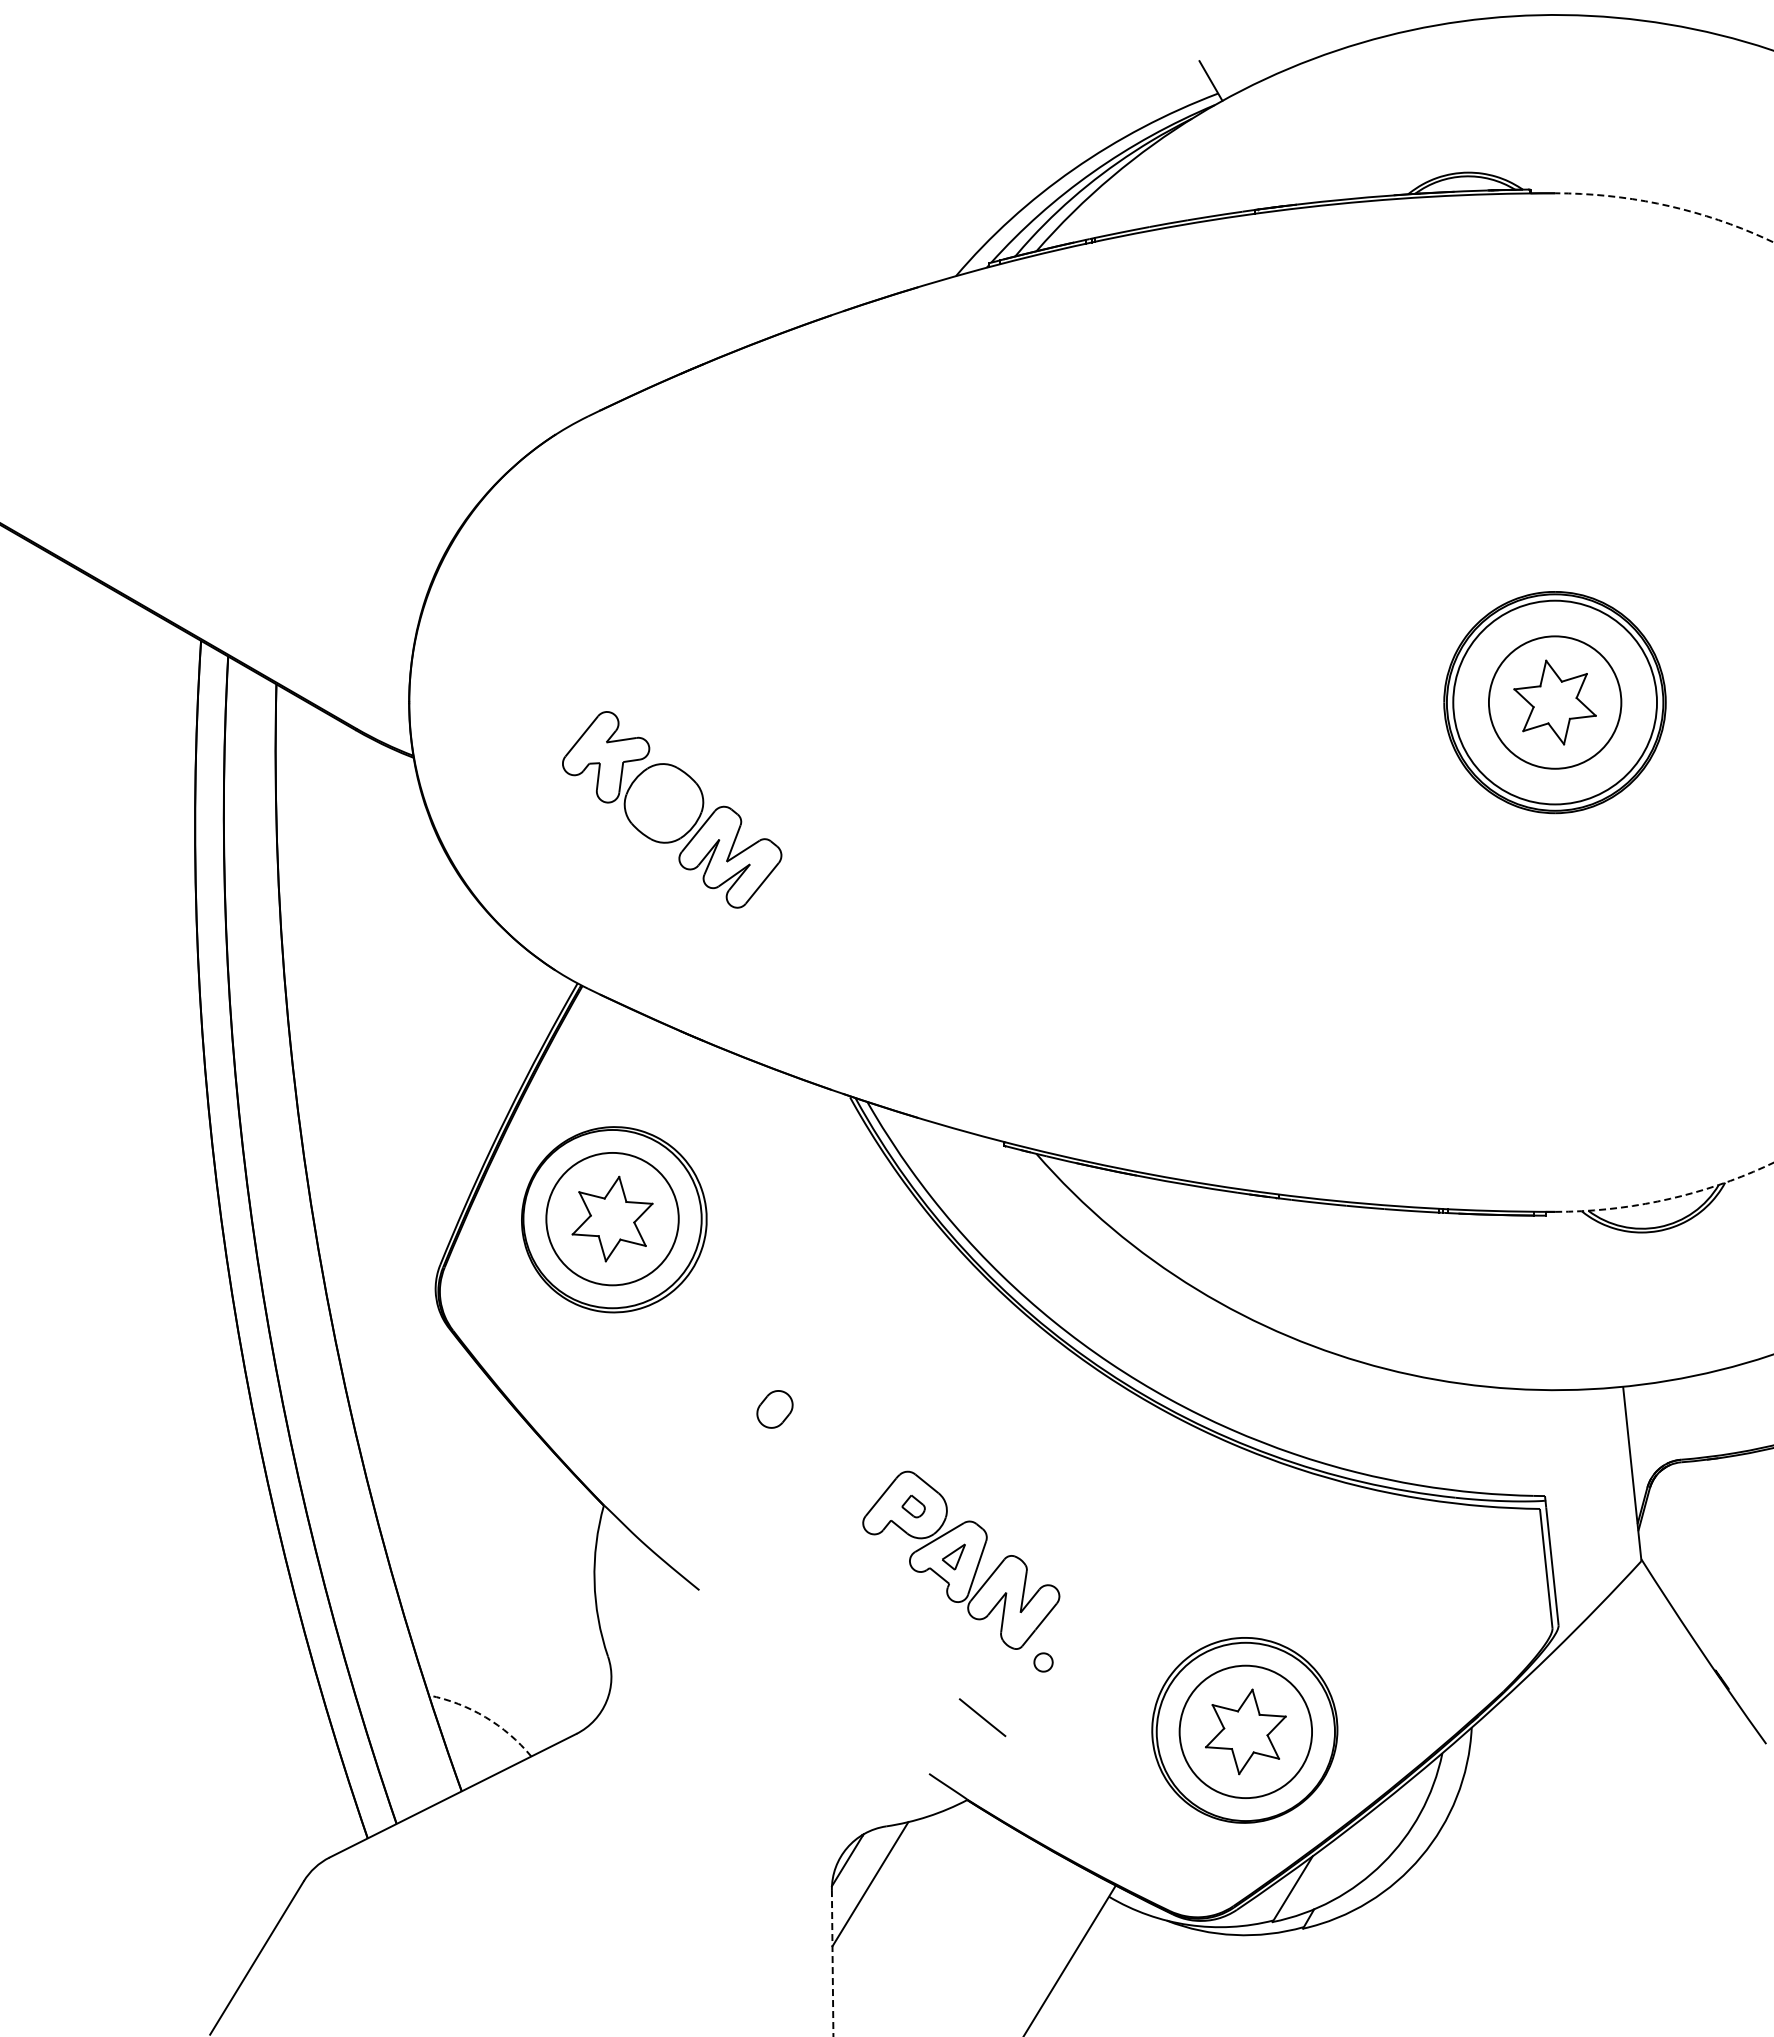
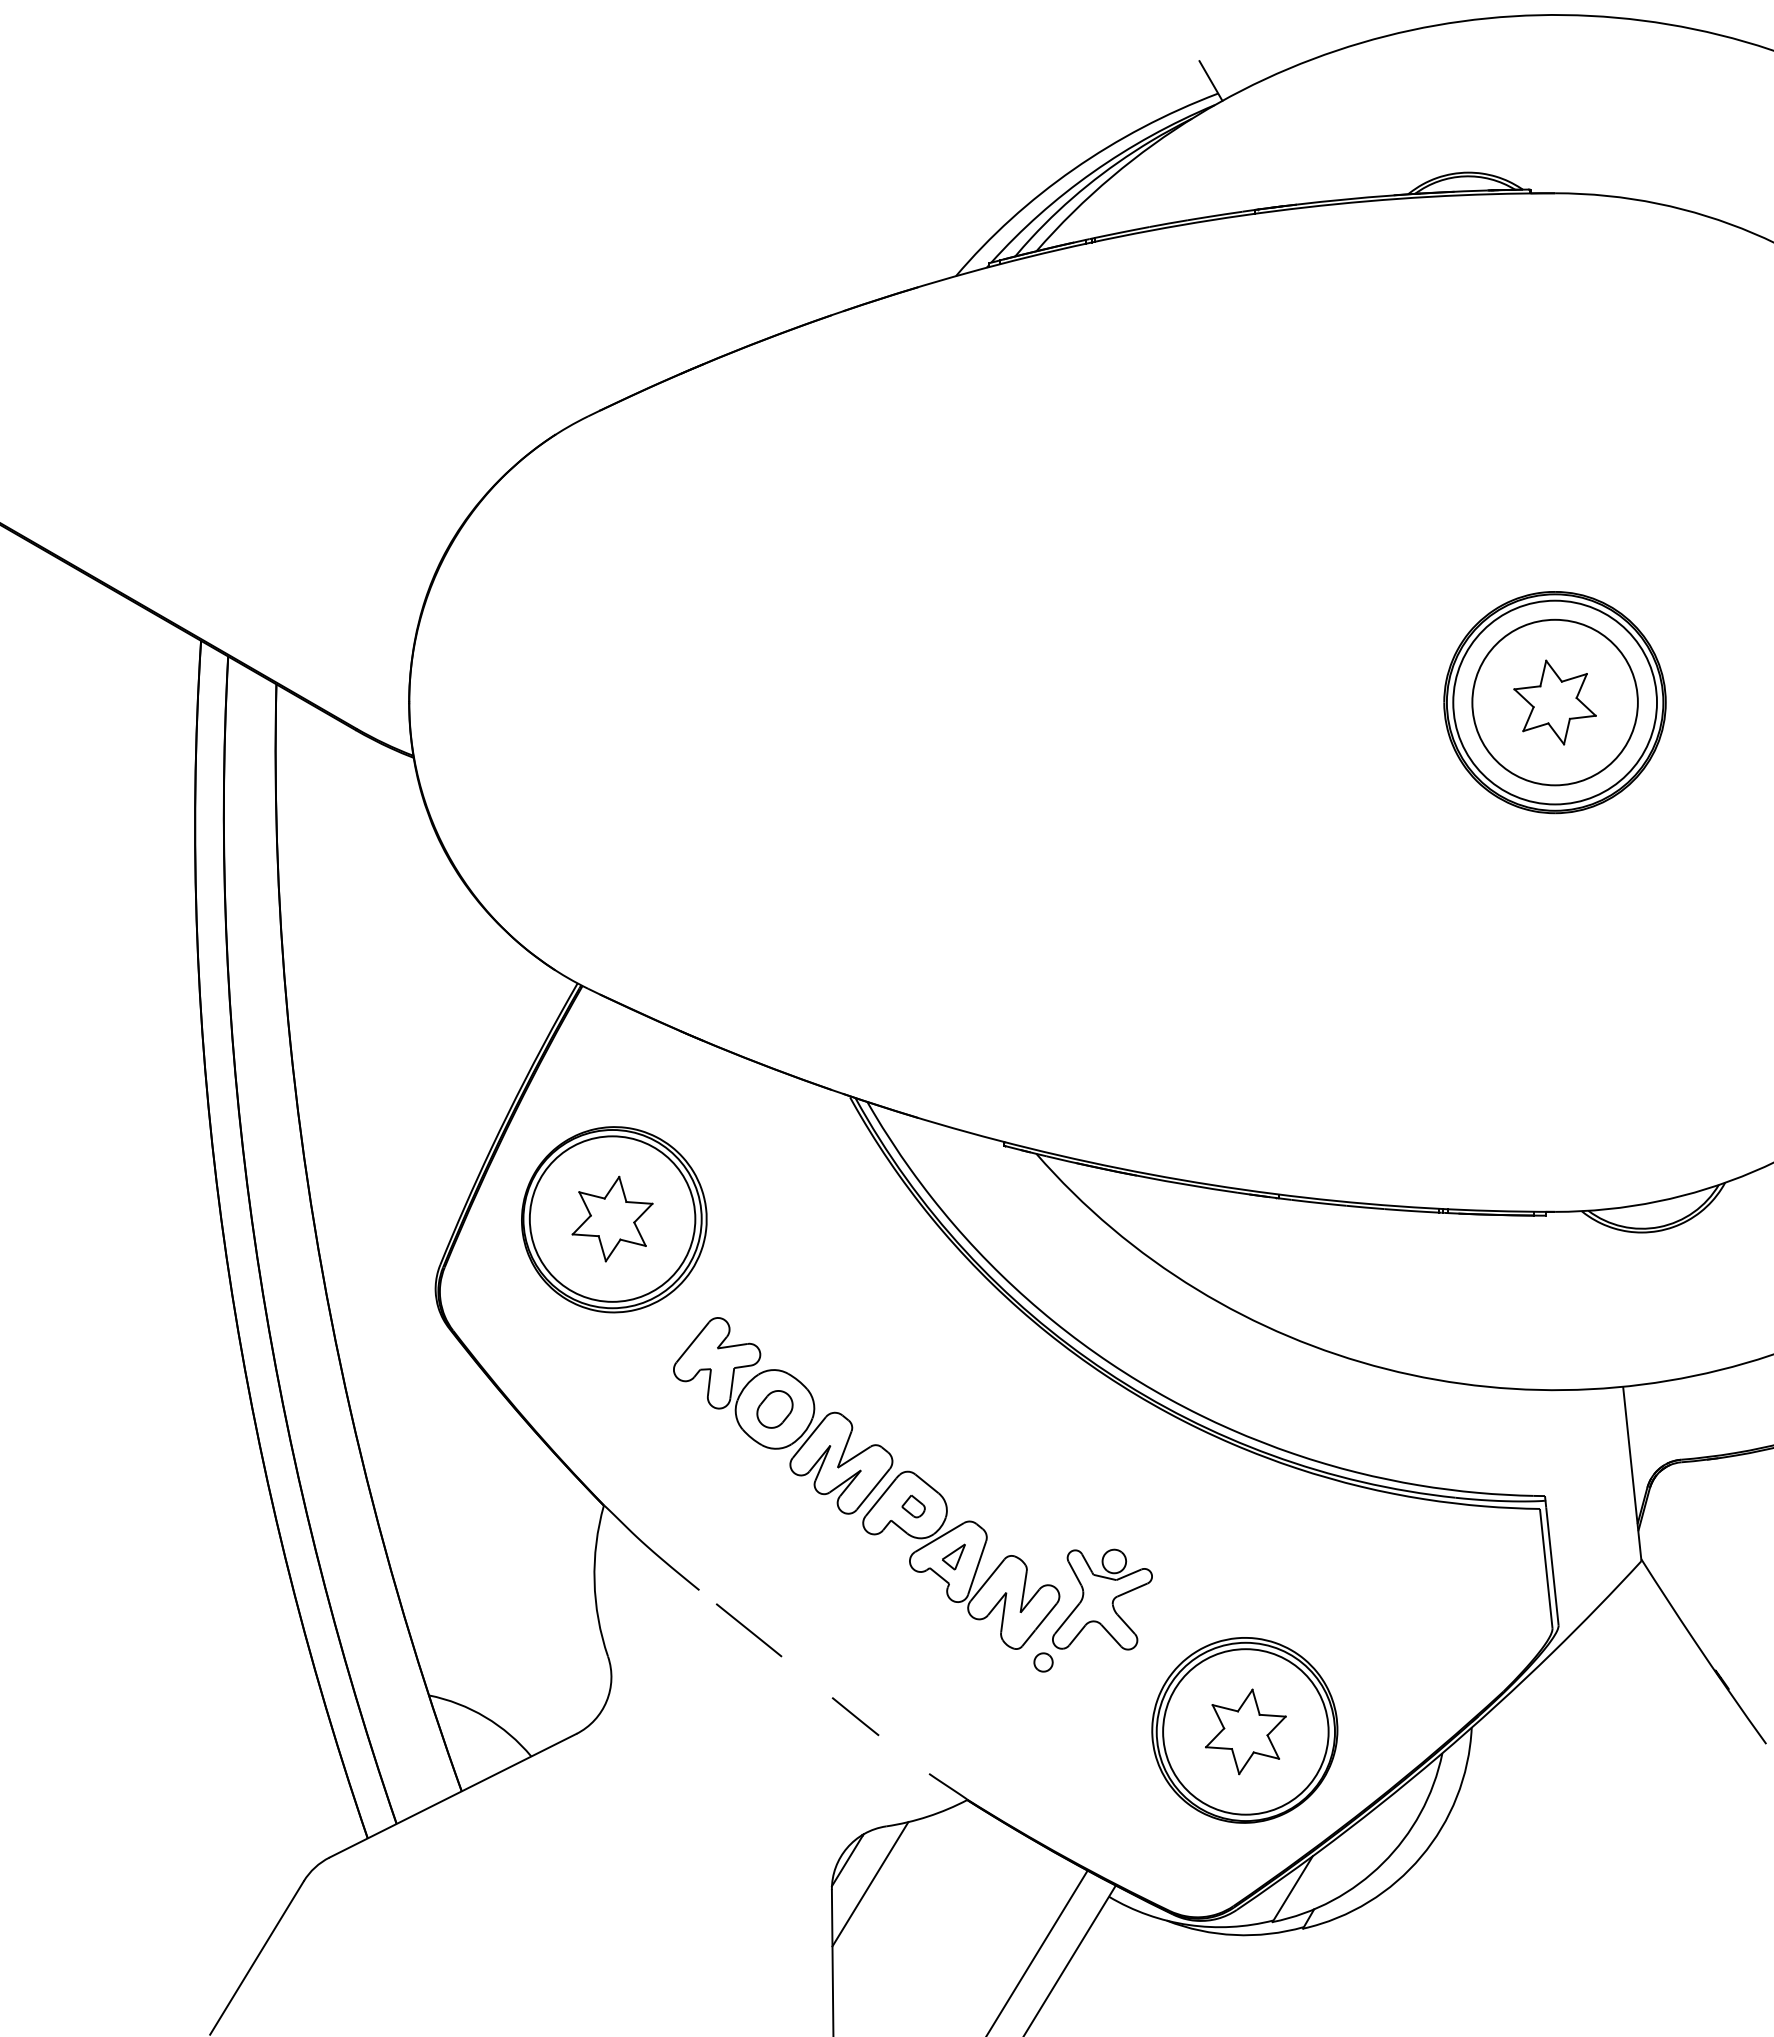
arc at (1773, 242): dashed -> solid
circle at (1554, 702) diameter: 132 px -> 166 px
part at (672, 809) position: (672, 809) -> (783, 1415)
circle at (612, 1218) diameter: 132 px -> 166 px
part at (1102, 1599): none -> present
line at (748, 1630): none -> present
arc at (485, 1717): dashed -> solid
line at (982, 1717) position: (982, 1717) -> (855, 1716)
circle at (1245, 1731) diameter: 132 px -> 166 px
line at (1037, 1951): none -> present
line at (832, 1964): dashed -> solid
